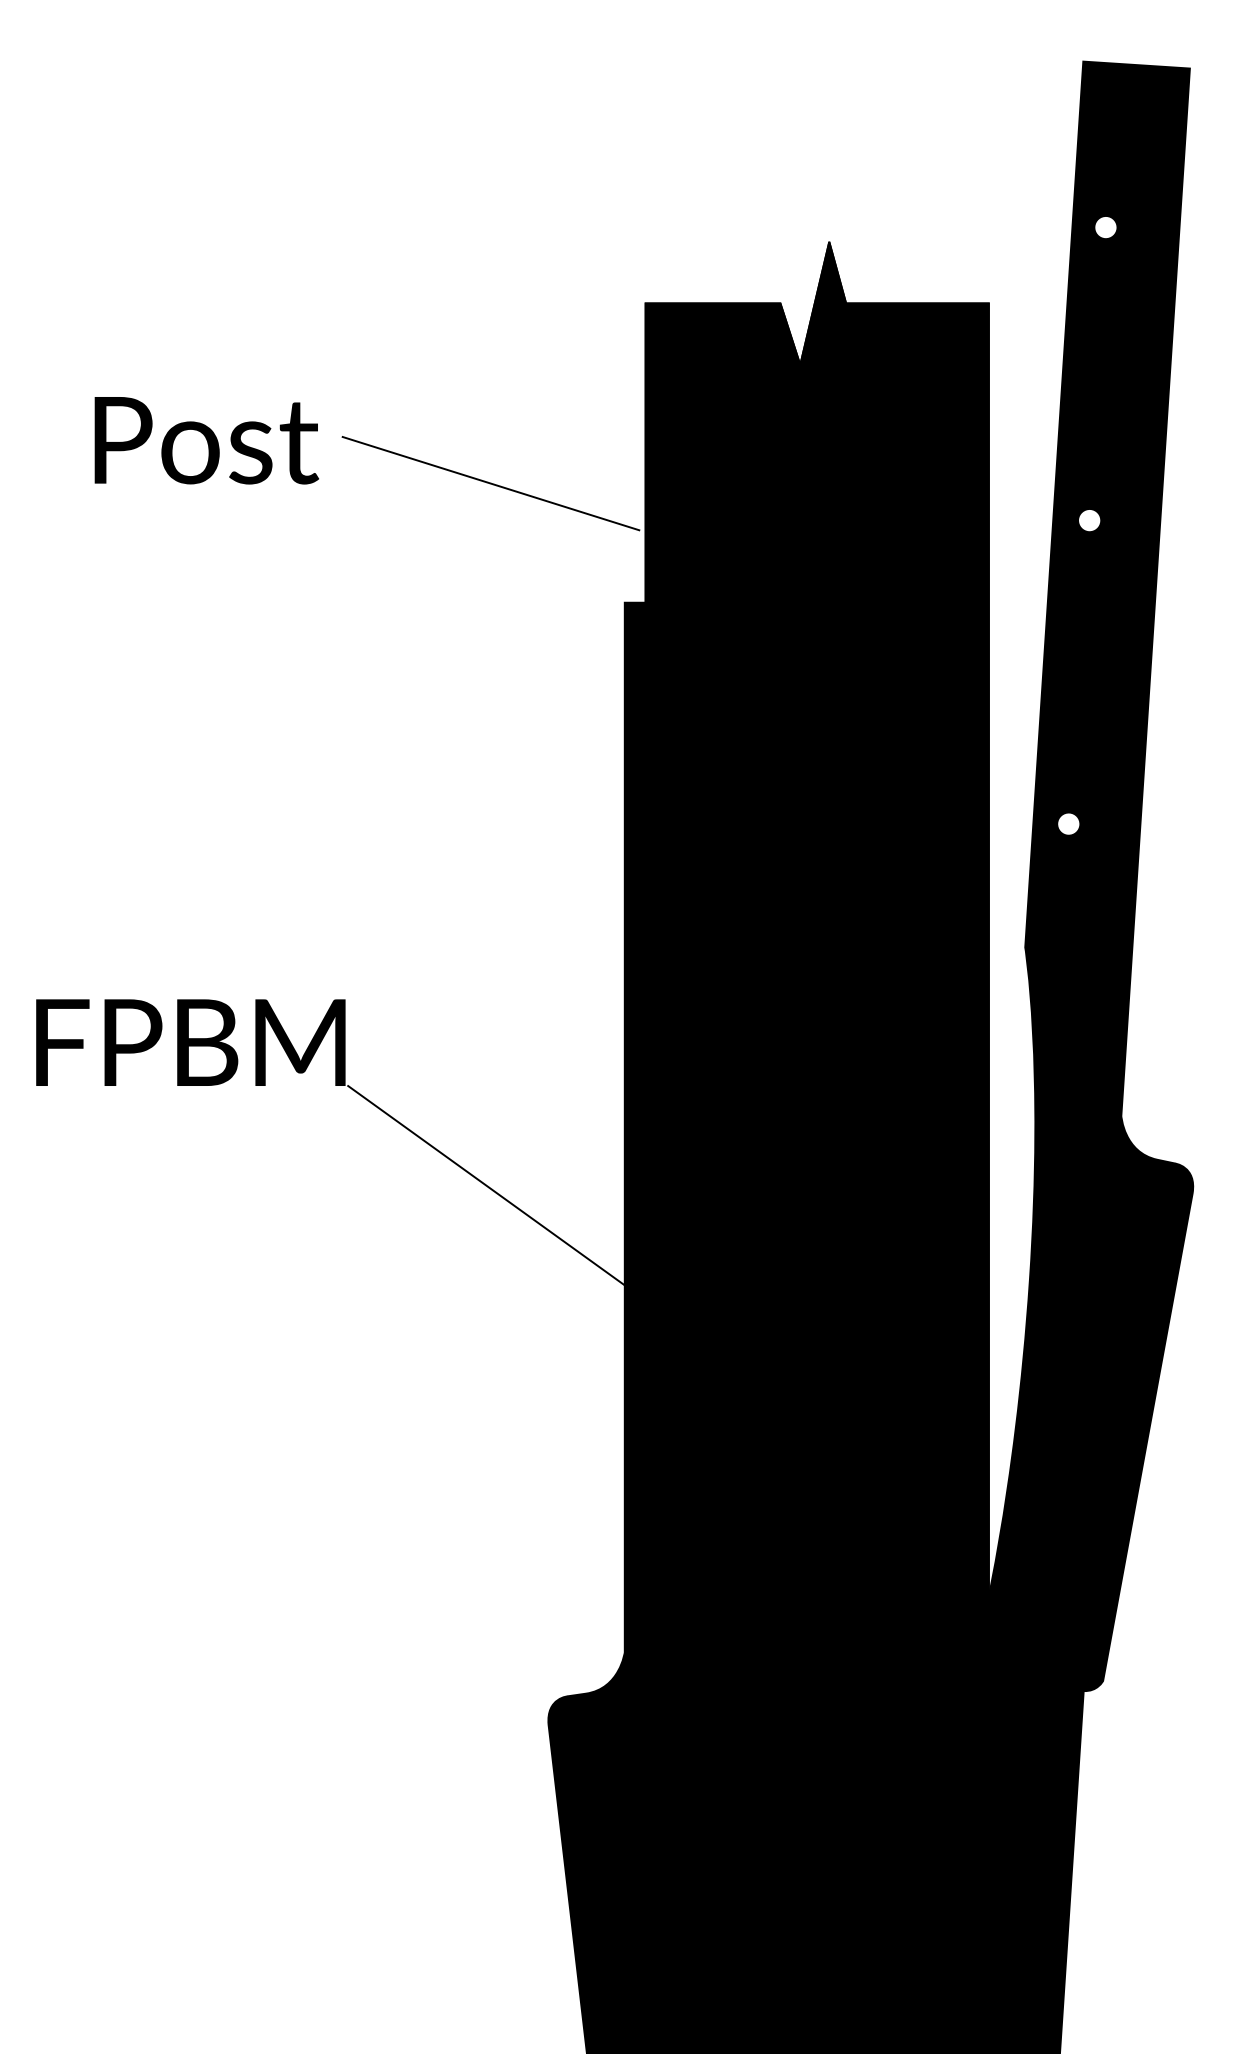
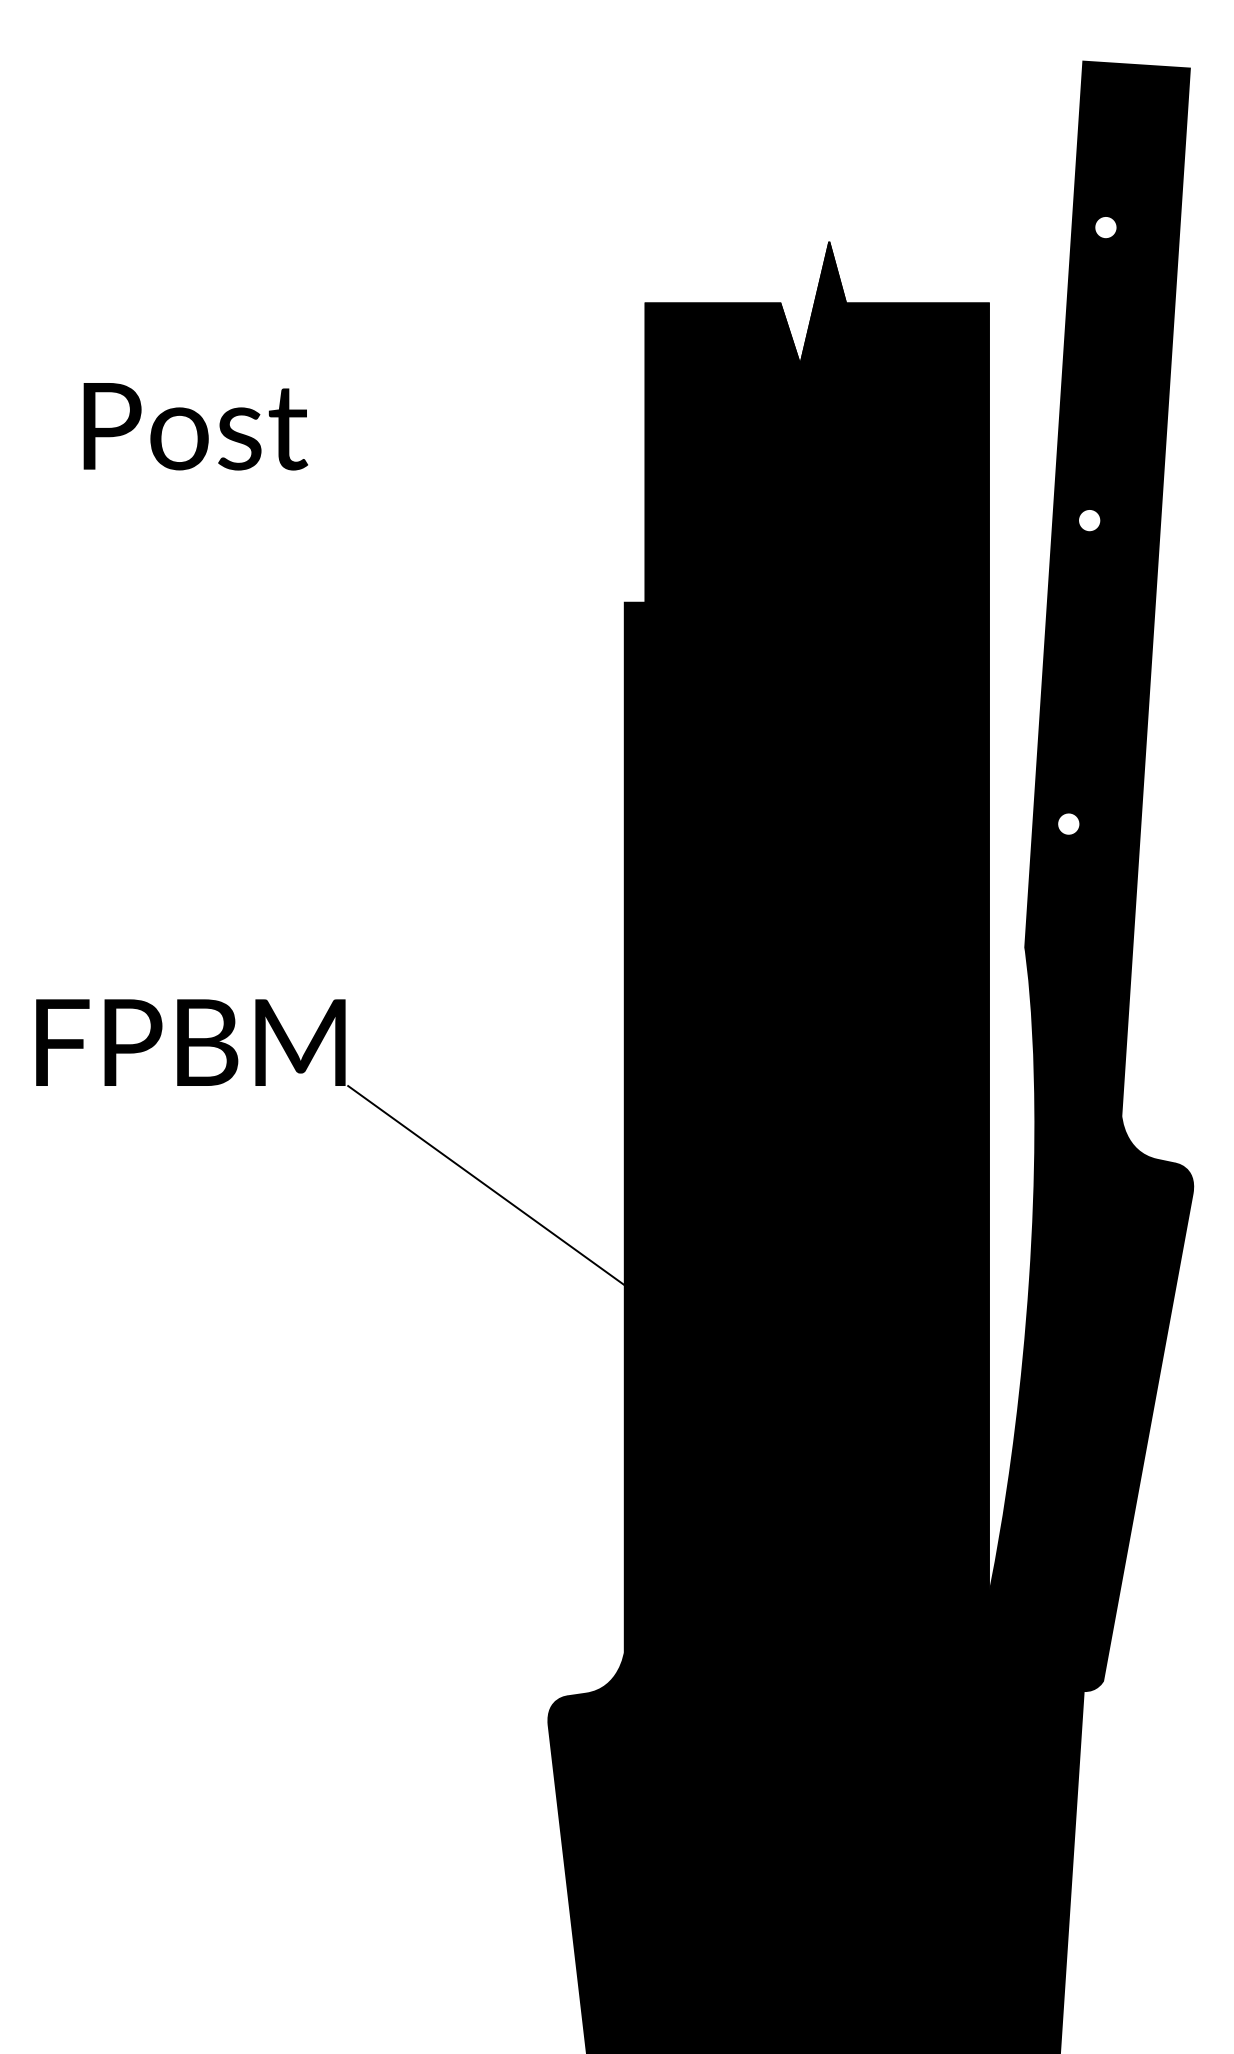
text at (206, 440) position: (206, 440) -> (195, 426)
line at (490, 483): present -> none
